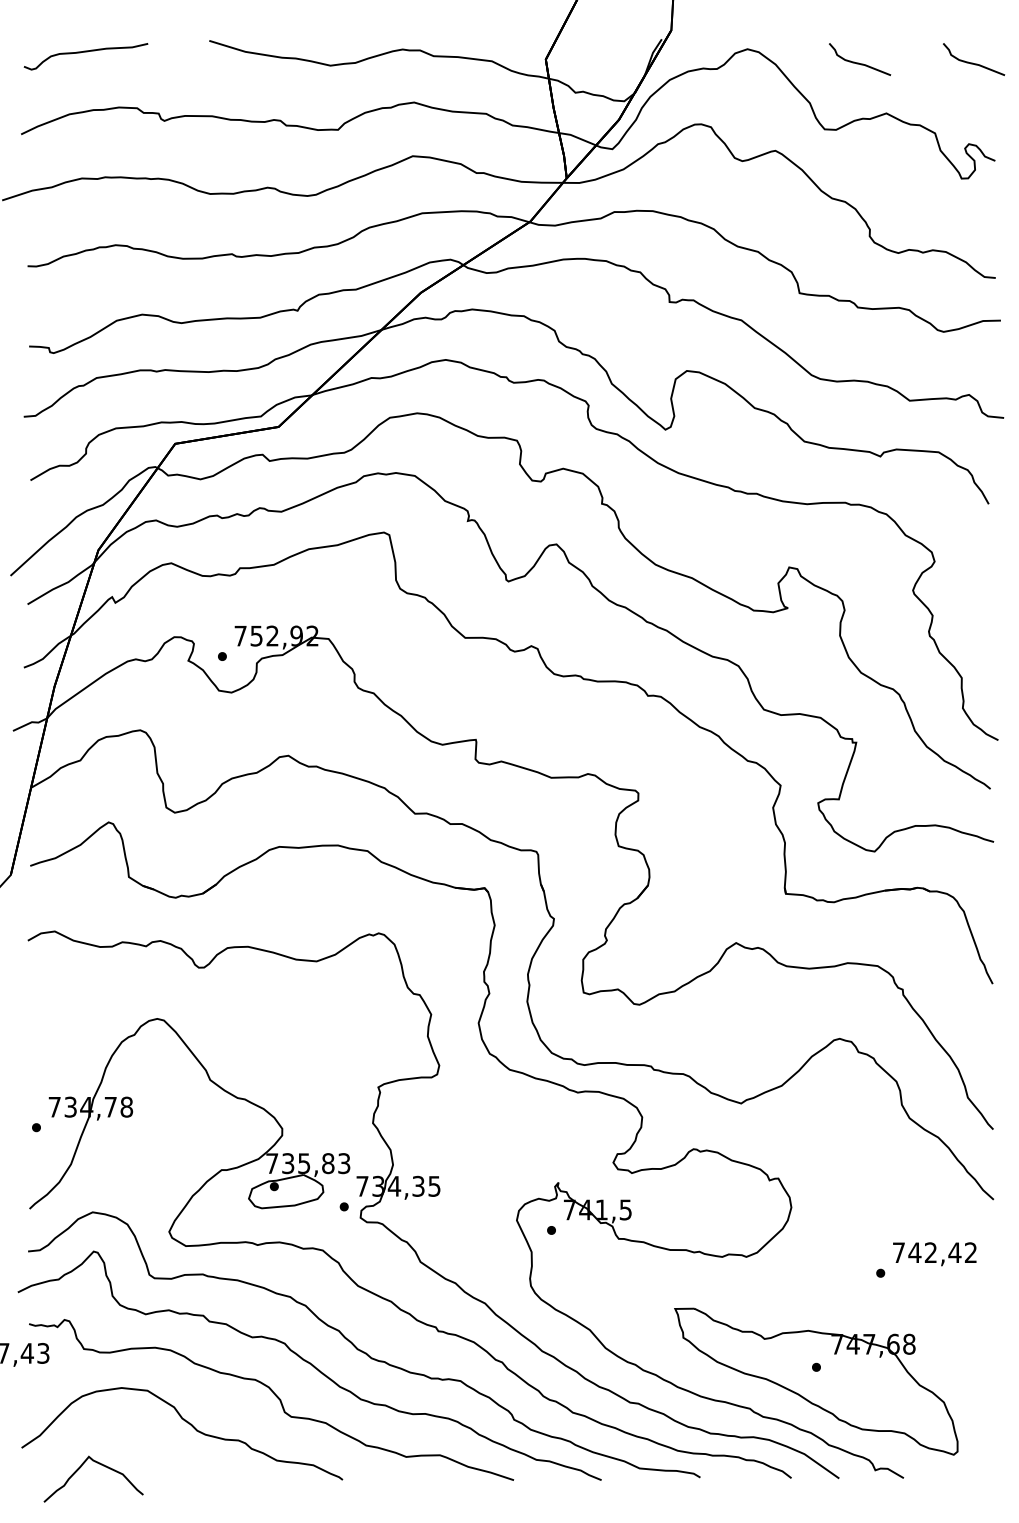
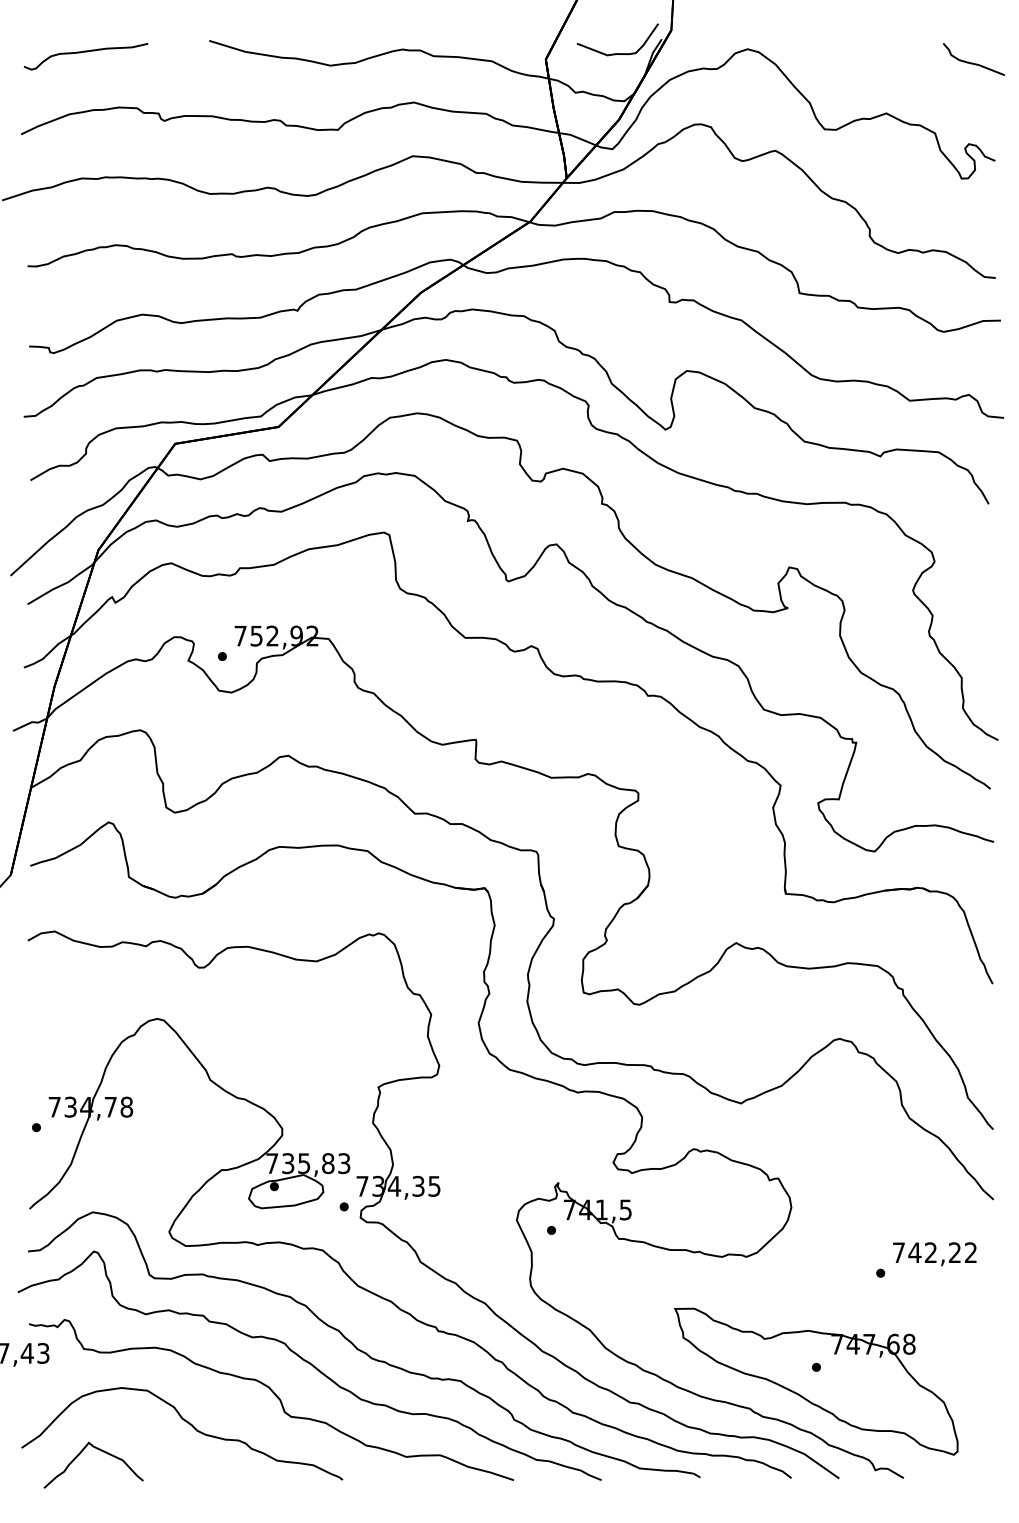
curve at (617, 53): none -> present
curve at (858, 62): present -> none
text at (954, 1252): 742,42 -> 742,22
curve at (99, 1464) position: (99, 1464) -> (99, 1450)
